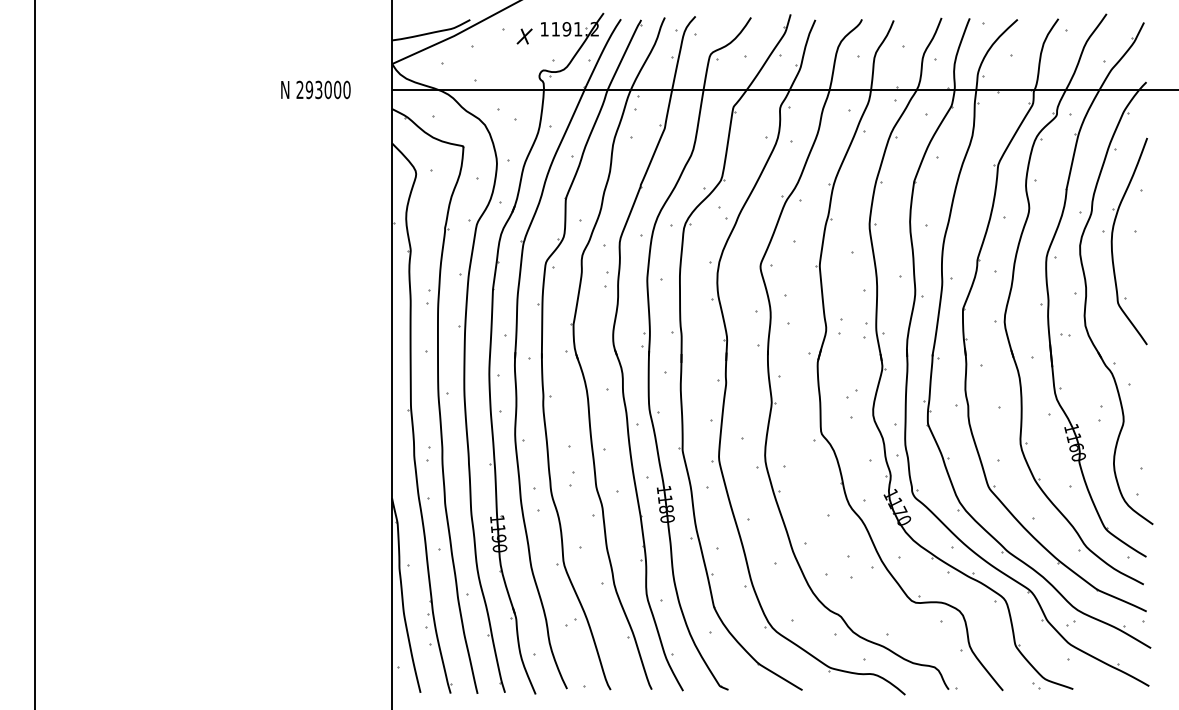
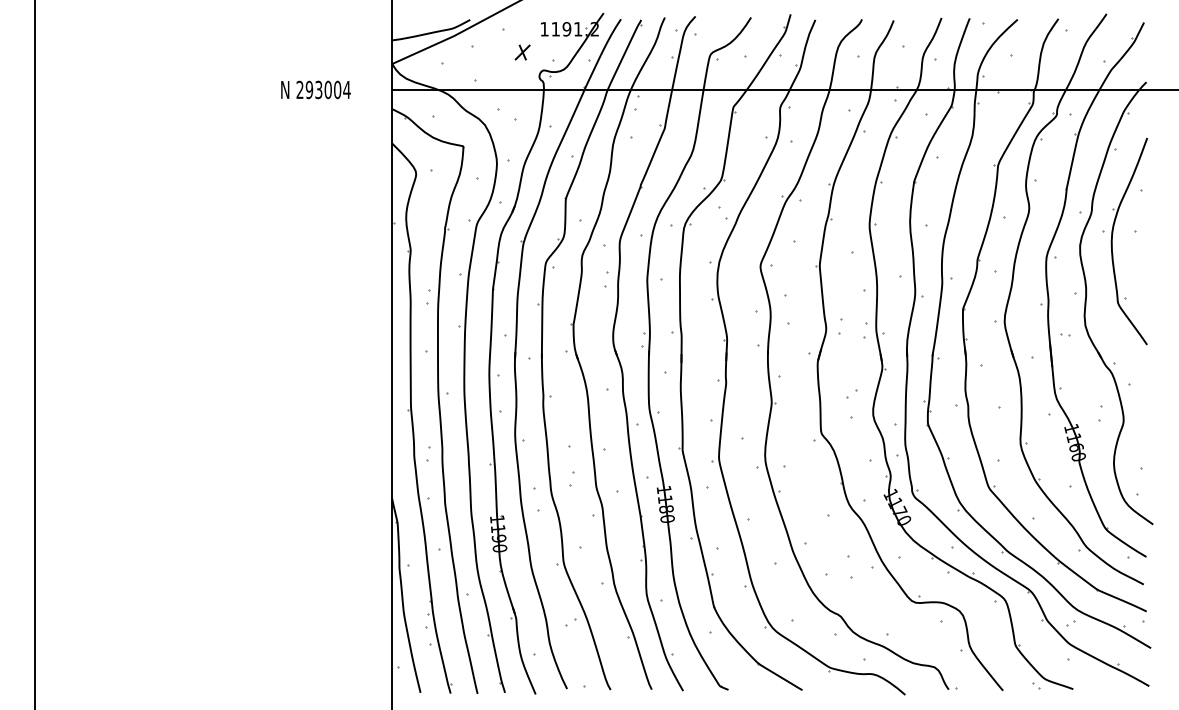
part at (524, 36) position: (524, 36) -> (522, 52)
text at (346, 89): 293000 -> 293004
